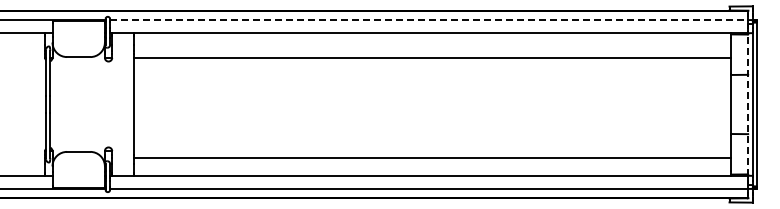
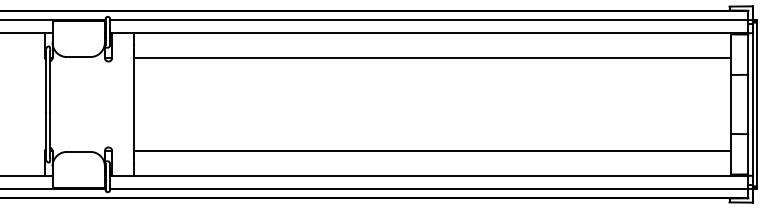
line at (429, 20): dashed -> solid
line at (748, 104): dashed -> solid
line at (432, 157) position: (432, 157) -> (432, 150)
